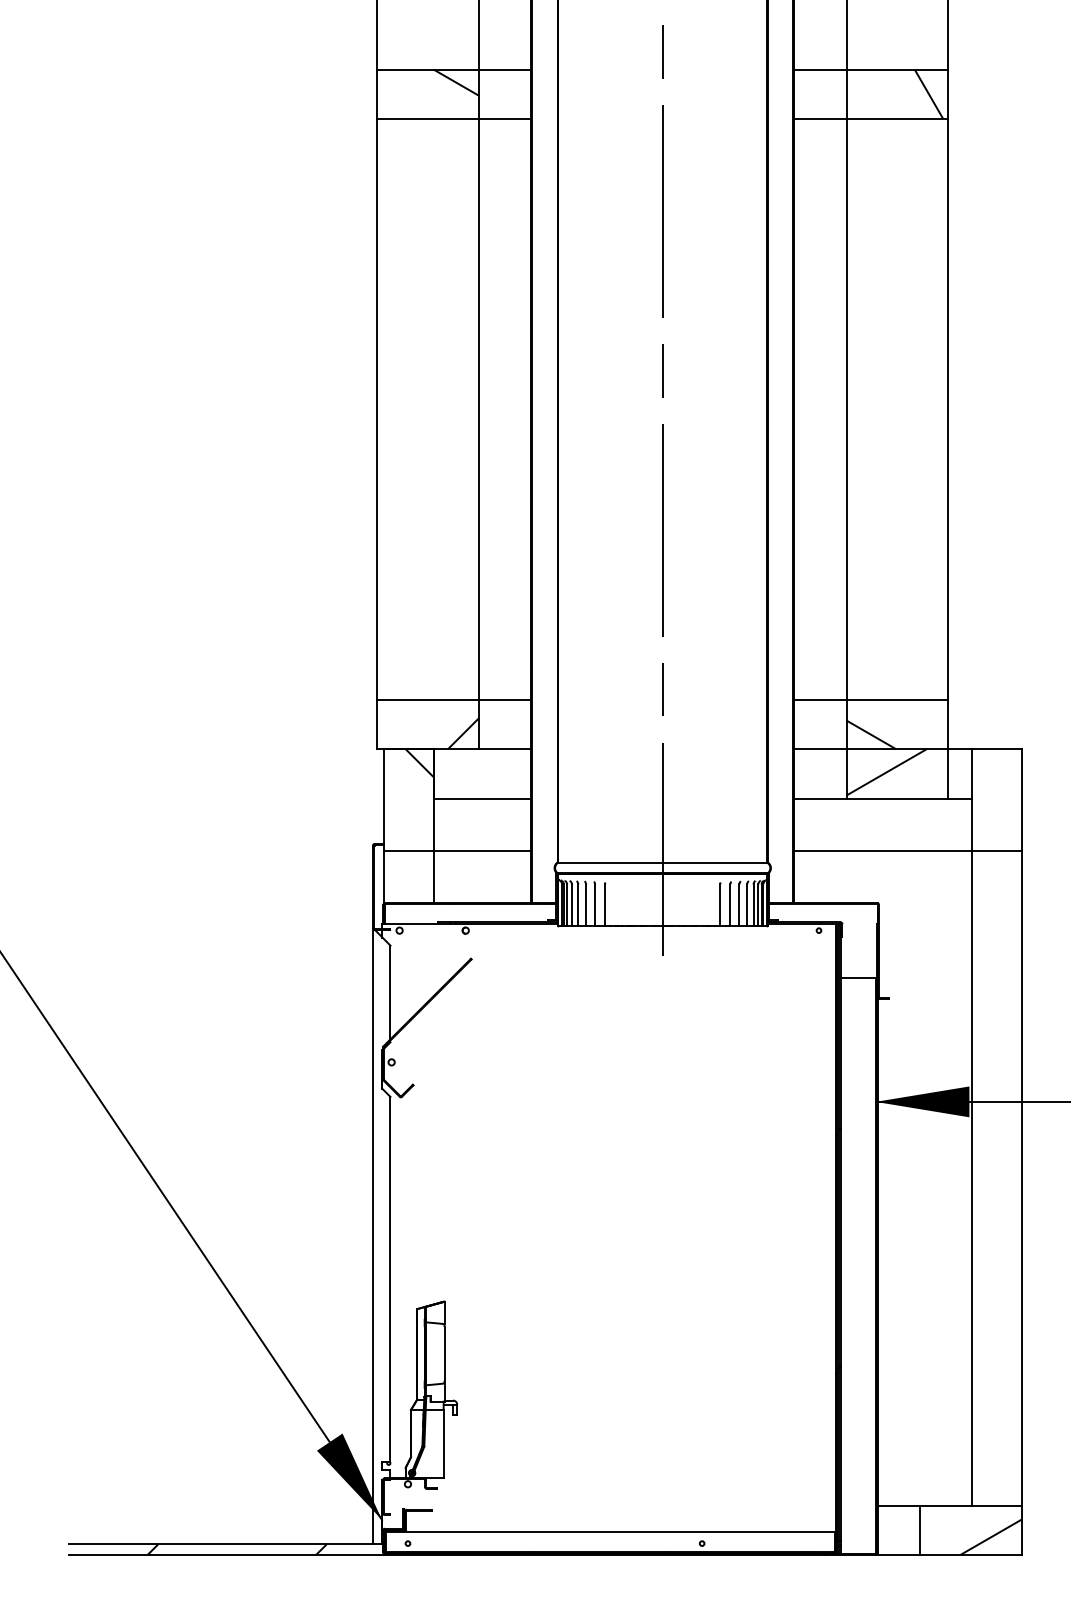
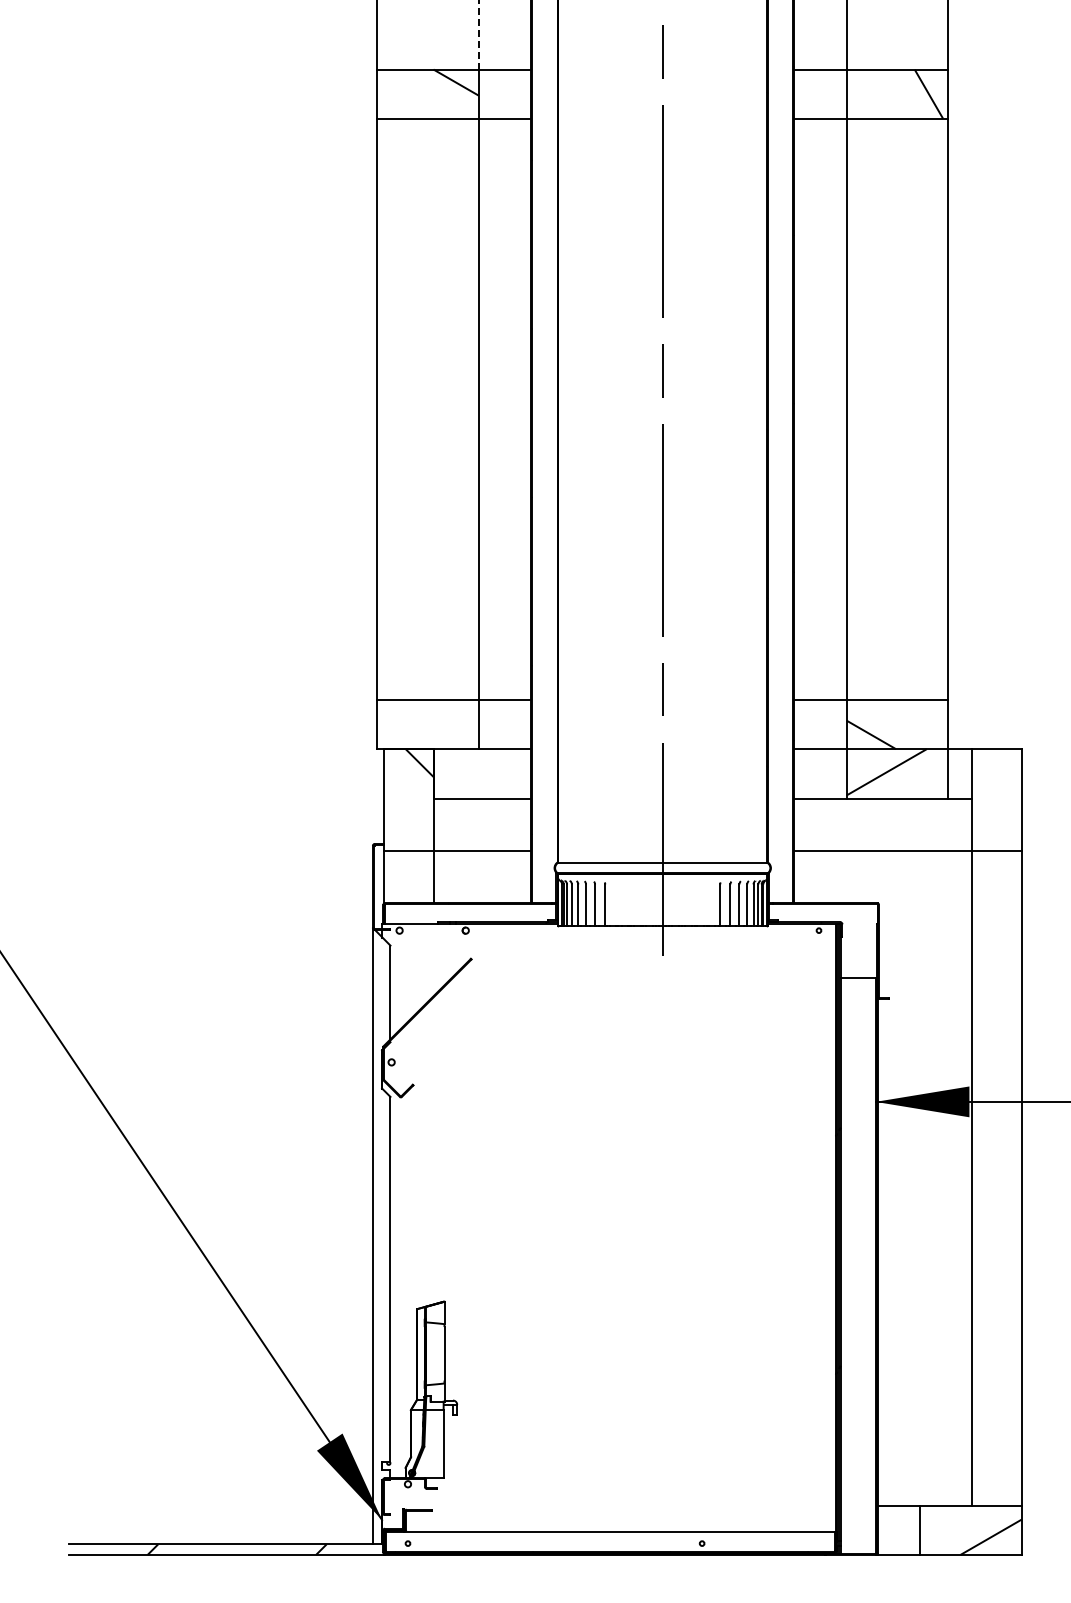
line at (478, 34): solid -> dashed
hatch at (463, 733): present -> none
